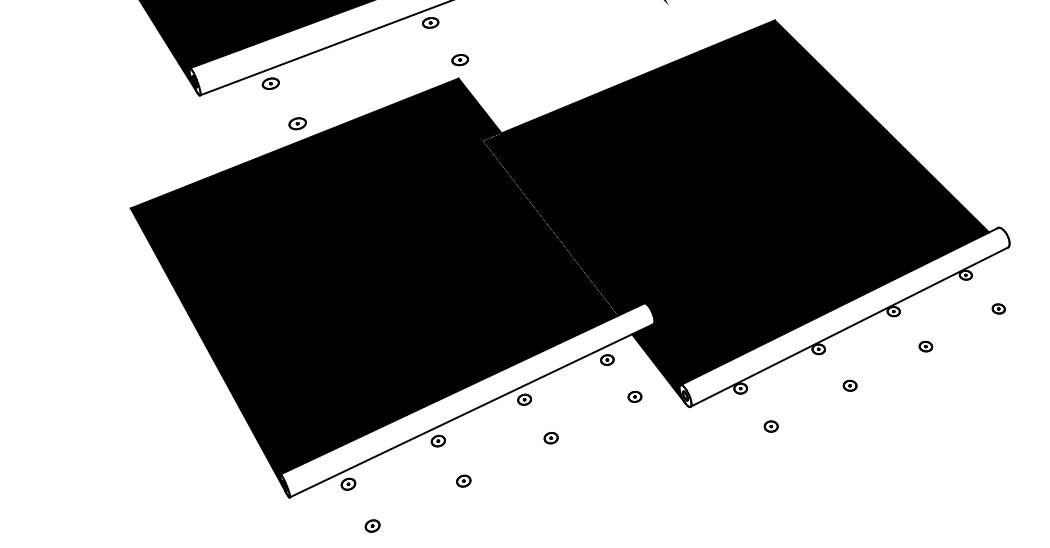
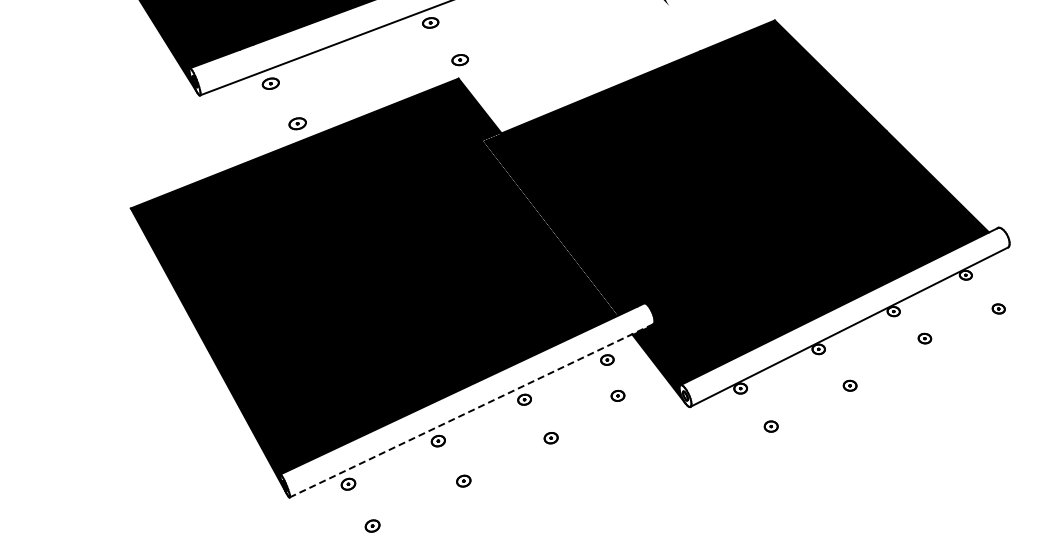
part at (925, 346) position: (925, 346) -> (924, 338)
part at (634, 396) position: (634, 396) -> (617, 395)
line at (471, 410): solid -> dashed
